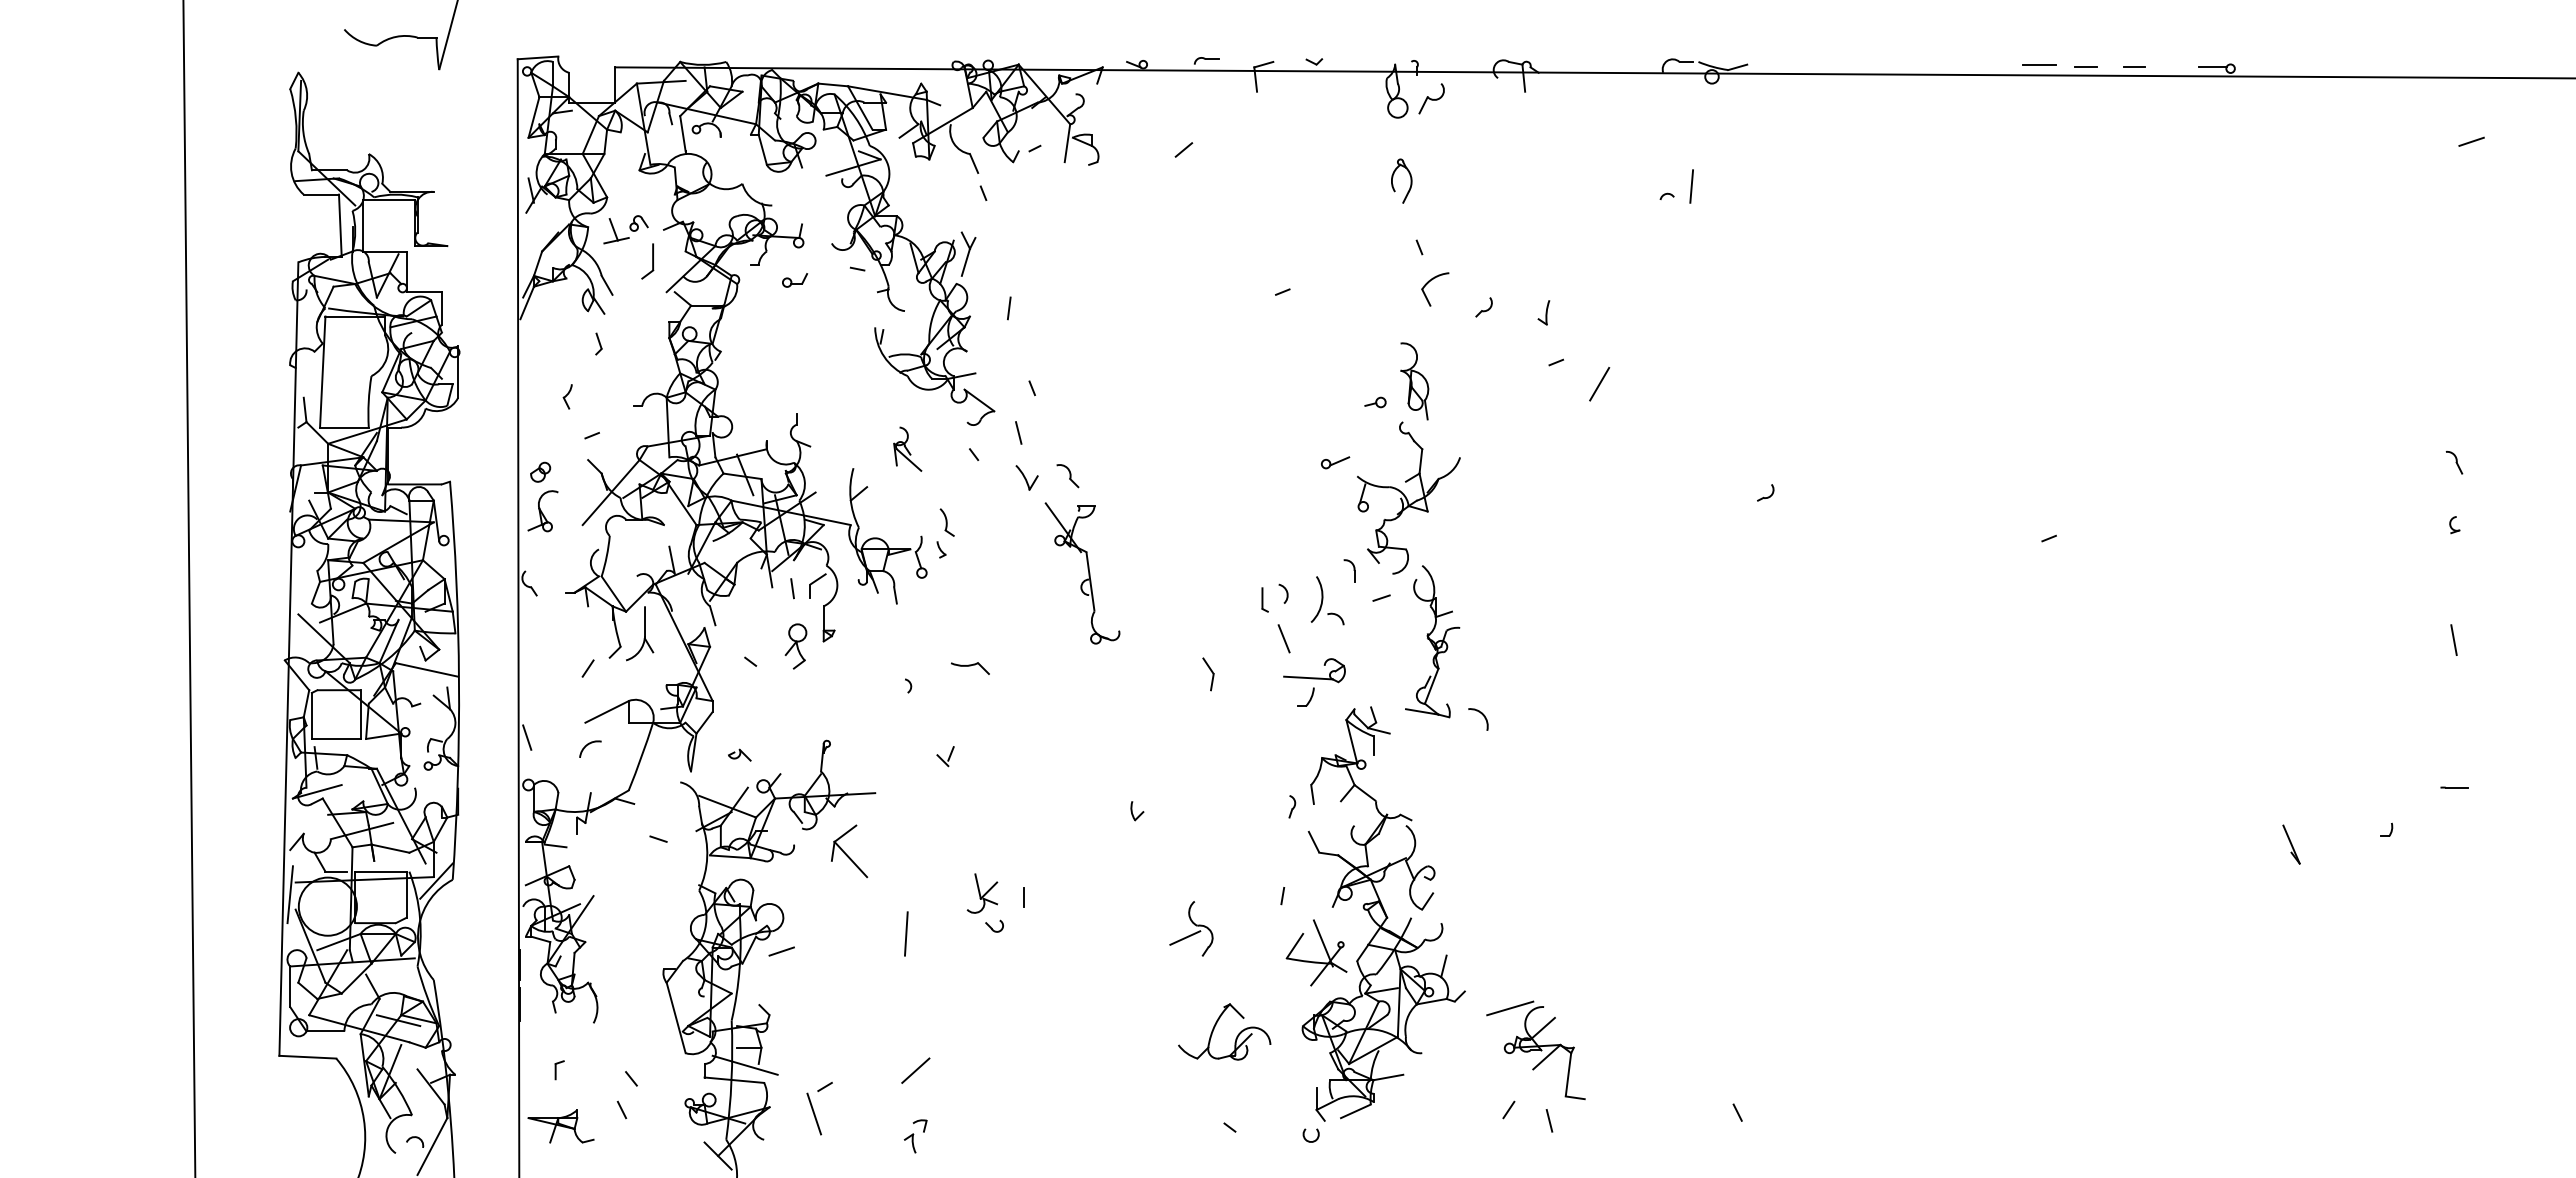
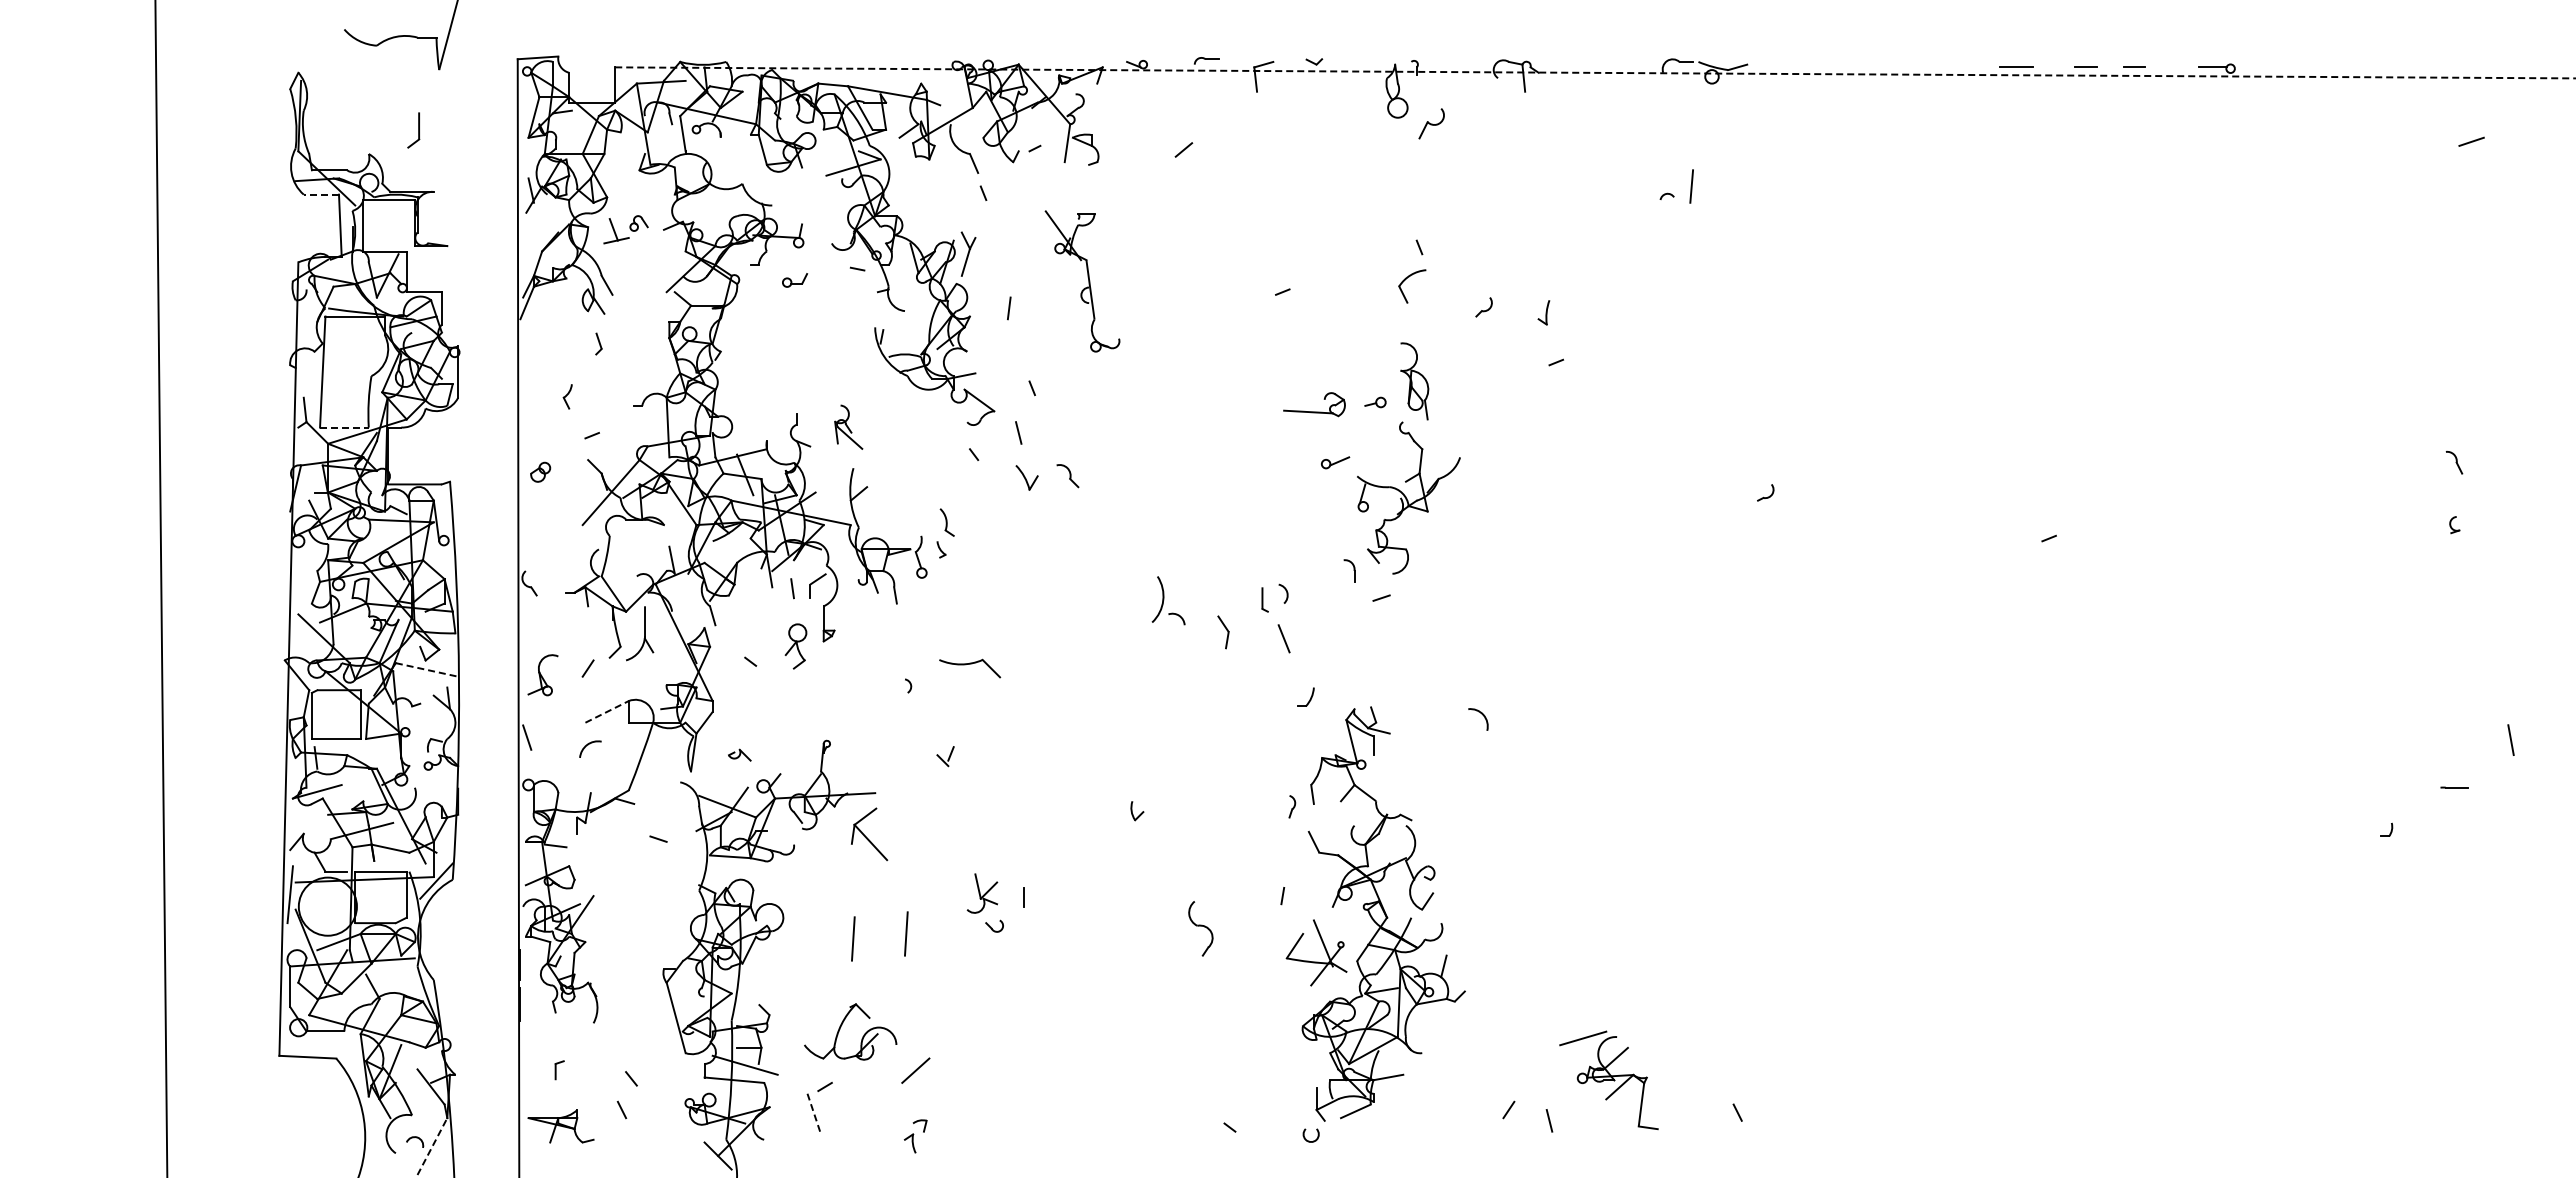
line at (2039, 64) position: (2039, 64) -> (2016, 66)
line at (1595, 72): solid -> dashed
part at (1431, 98) position: (1431, 98) -> (1431, 123)
part at (1393, 177): present -> none
line at (321, 194): solid -> dashed
part at (647, 261) position: (647, 261) -> (413, 130)
part at (1429, 282) position: (1429, 282) -> (1406, 279)
line at (1599, 383): present -> none
line at (344, 427): solid -> dashed
part at (907, 448) position: (907, 448) -> (848, 426)
part at (542, 511) position: (542, 511) -> (542, 675)
part at (1082, 573) position: (1082, 573) -> (1082, 281)
line at (189, 588) position: (189, 588) -> (161, 588)
part at (1327, 600) position: (1327, 600) -> (1168, 600)
line at (2453, 639) position: (2453, 639) -> (2510, 739)
part at (1432, 641): present -> none
part at (970, 668) size: 39x13 px -> 63x21 px
line at (427, 669): solid -> dashed
part at (1208, 674) position: (1208, 674) -> (1223, 632)
part at (1314, 677) position: (1314, 677) -> (1314, 411)
line at (607, 711): solid -> dashed
part at (2291, 844): present -> none
part at (849, 851) position: (849, 851) -> (869, 834)
line at (1185, 937): present -> none
line at (853, 938): none -> present
line at (781, 951): present -> none
line at (398, 1020): present -> none
part at (1215, 1027) position: (1215, 1027) -> (841, 1027)
part at (1535, 1050) position: (1535, 1050) -> (1608, 1080)
line at (814, 1114): solid -> dashed
line at (432, 1146): solid -> dashed
